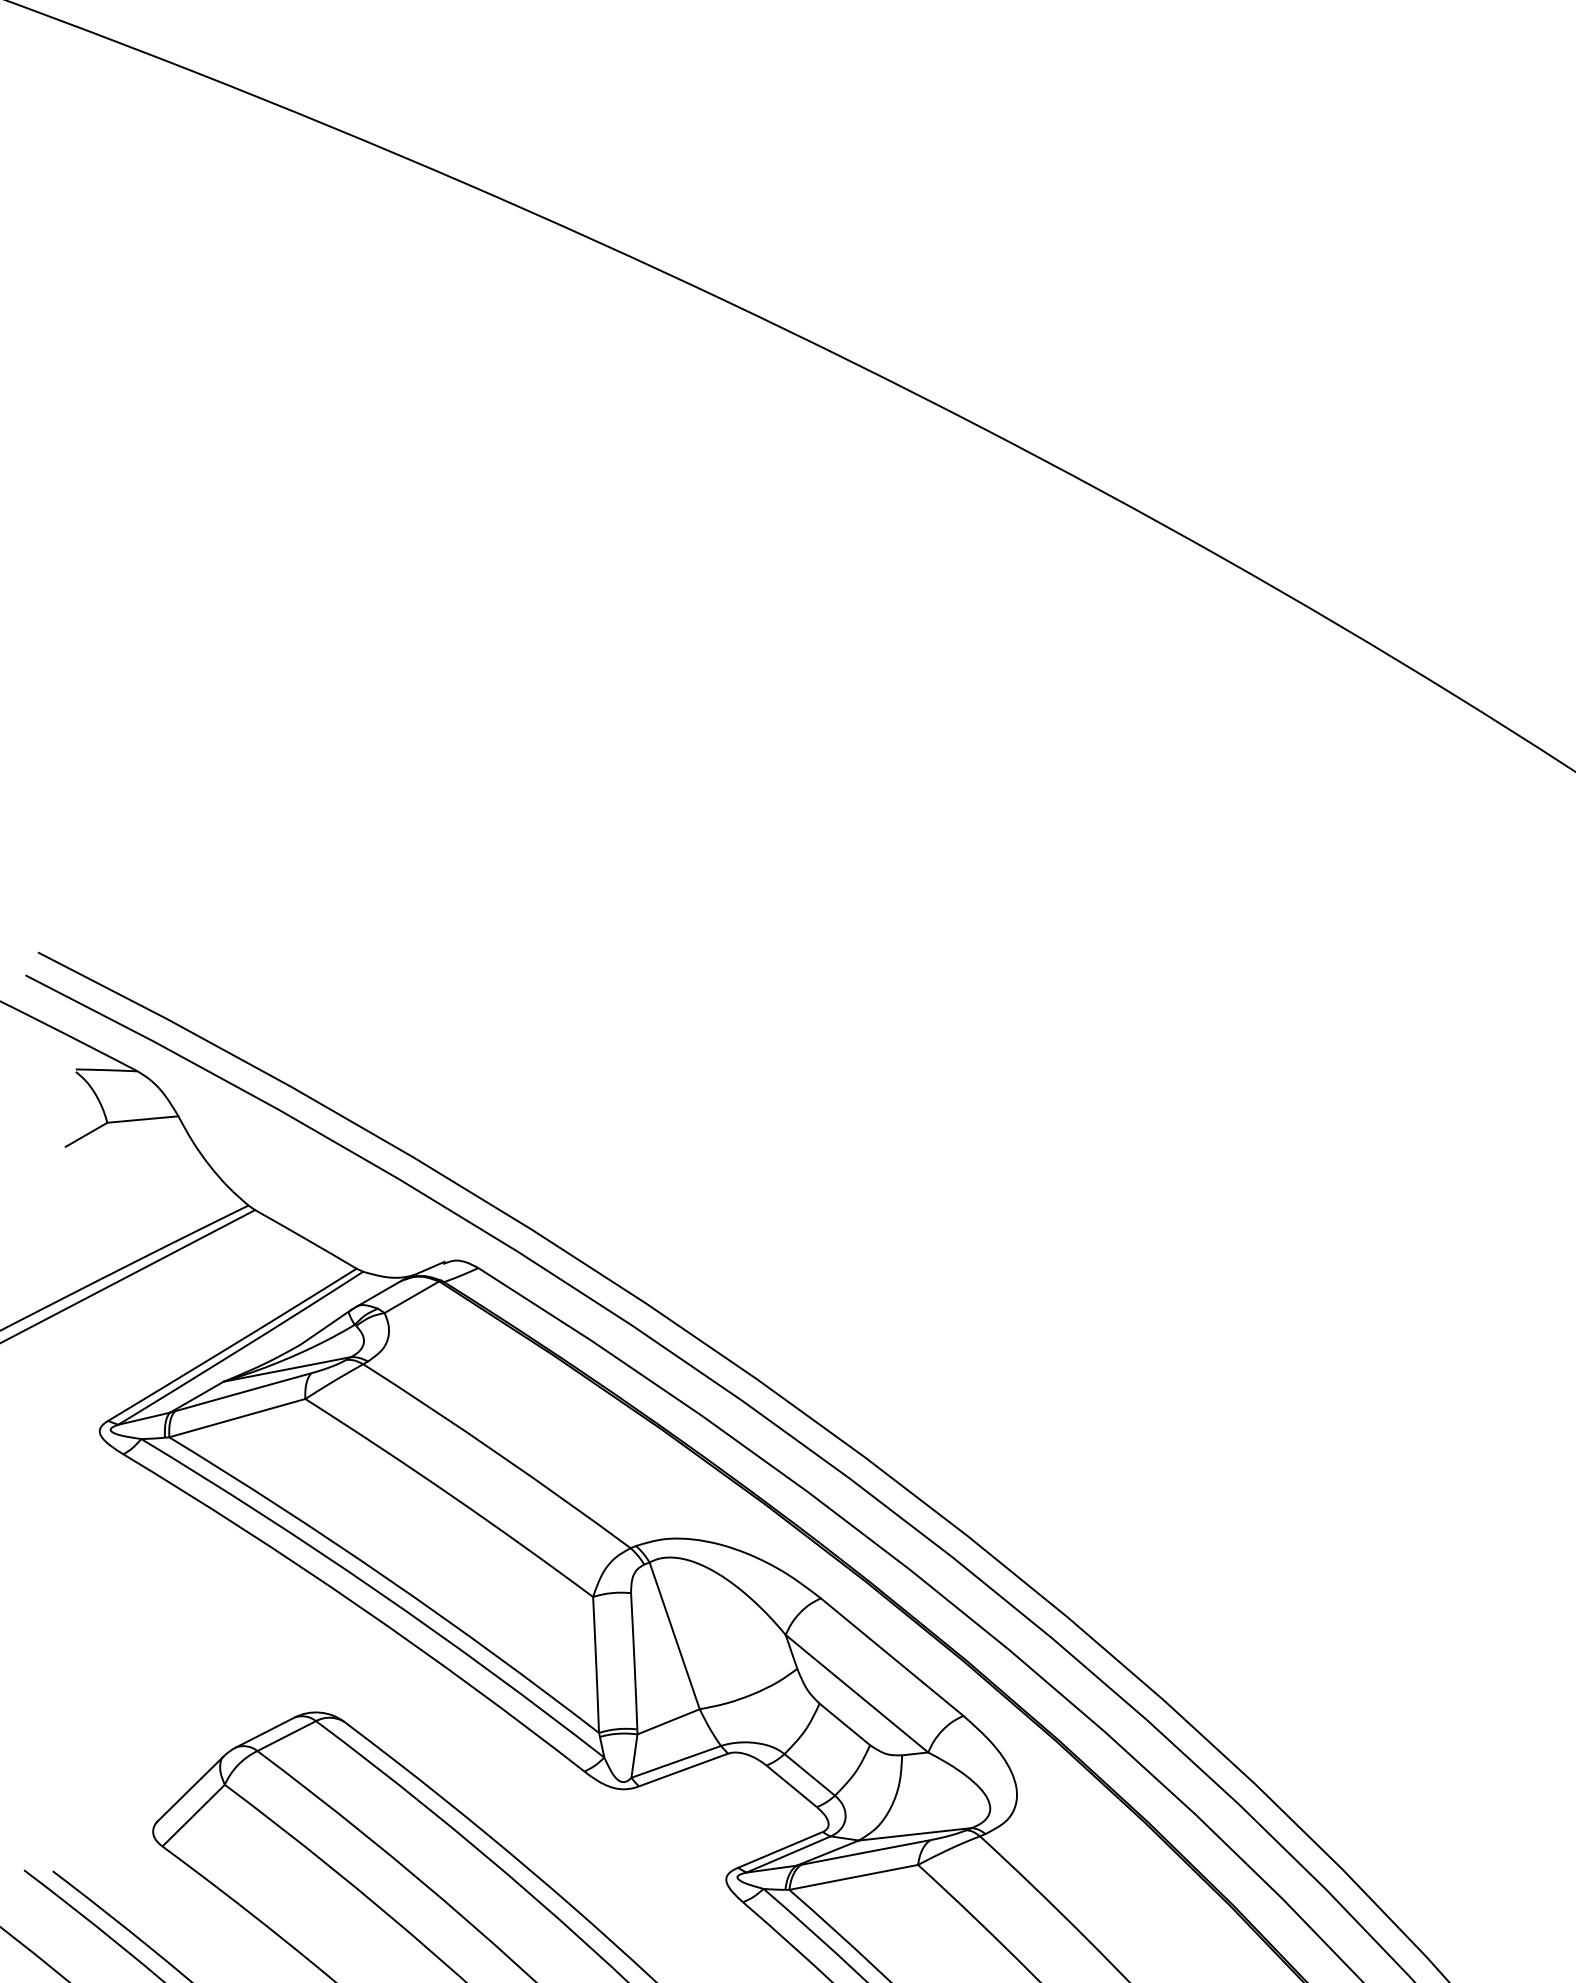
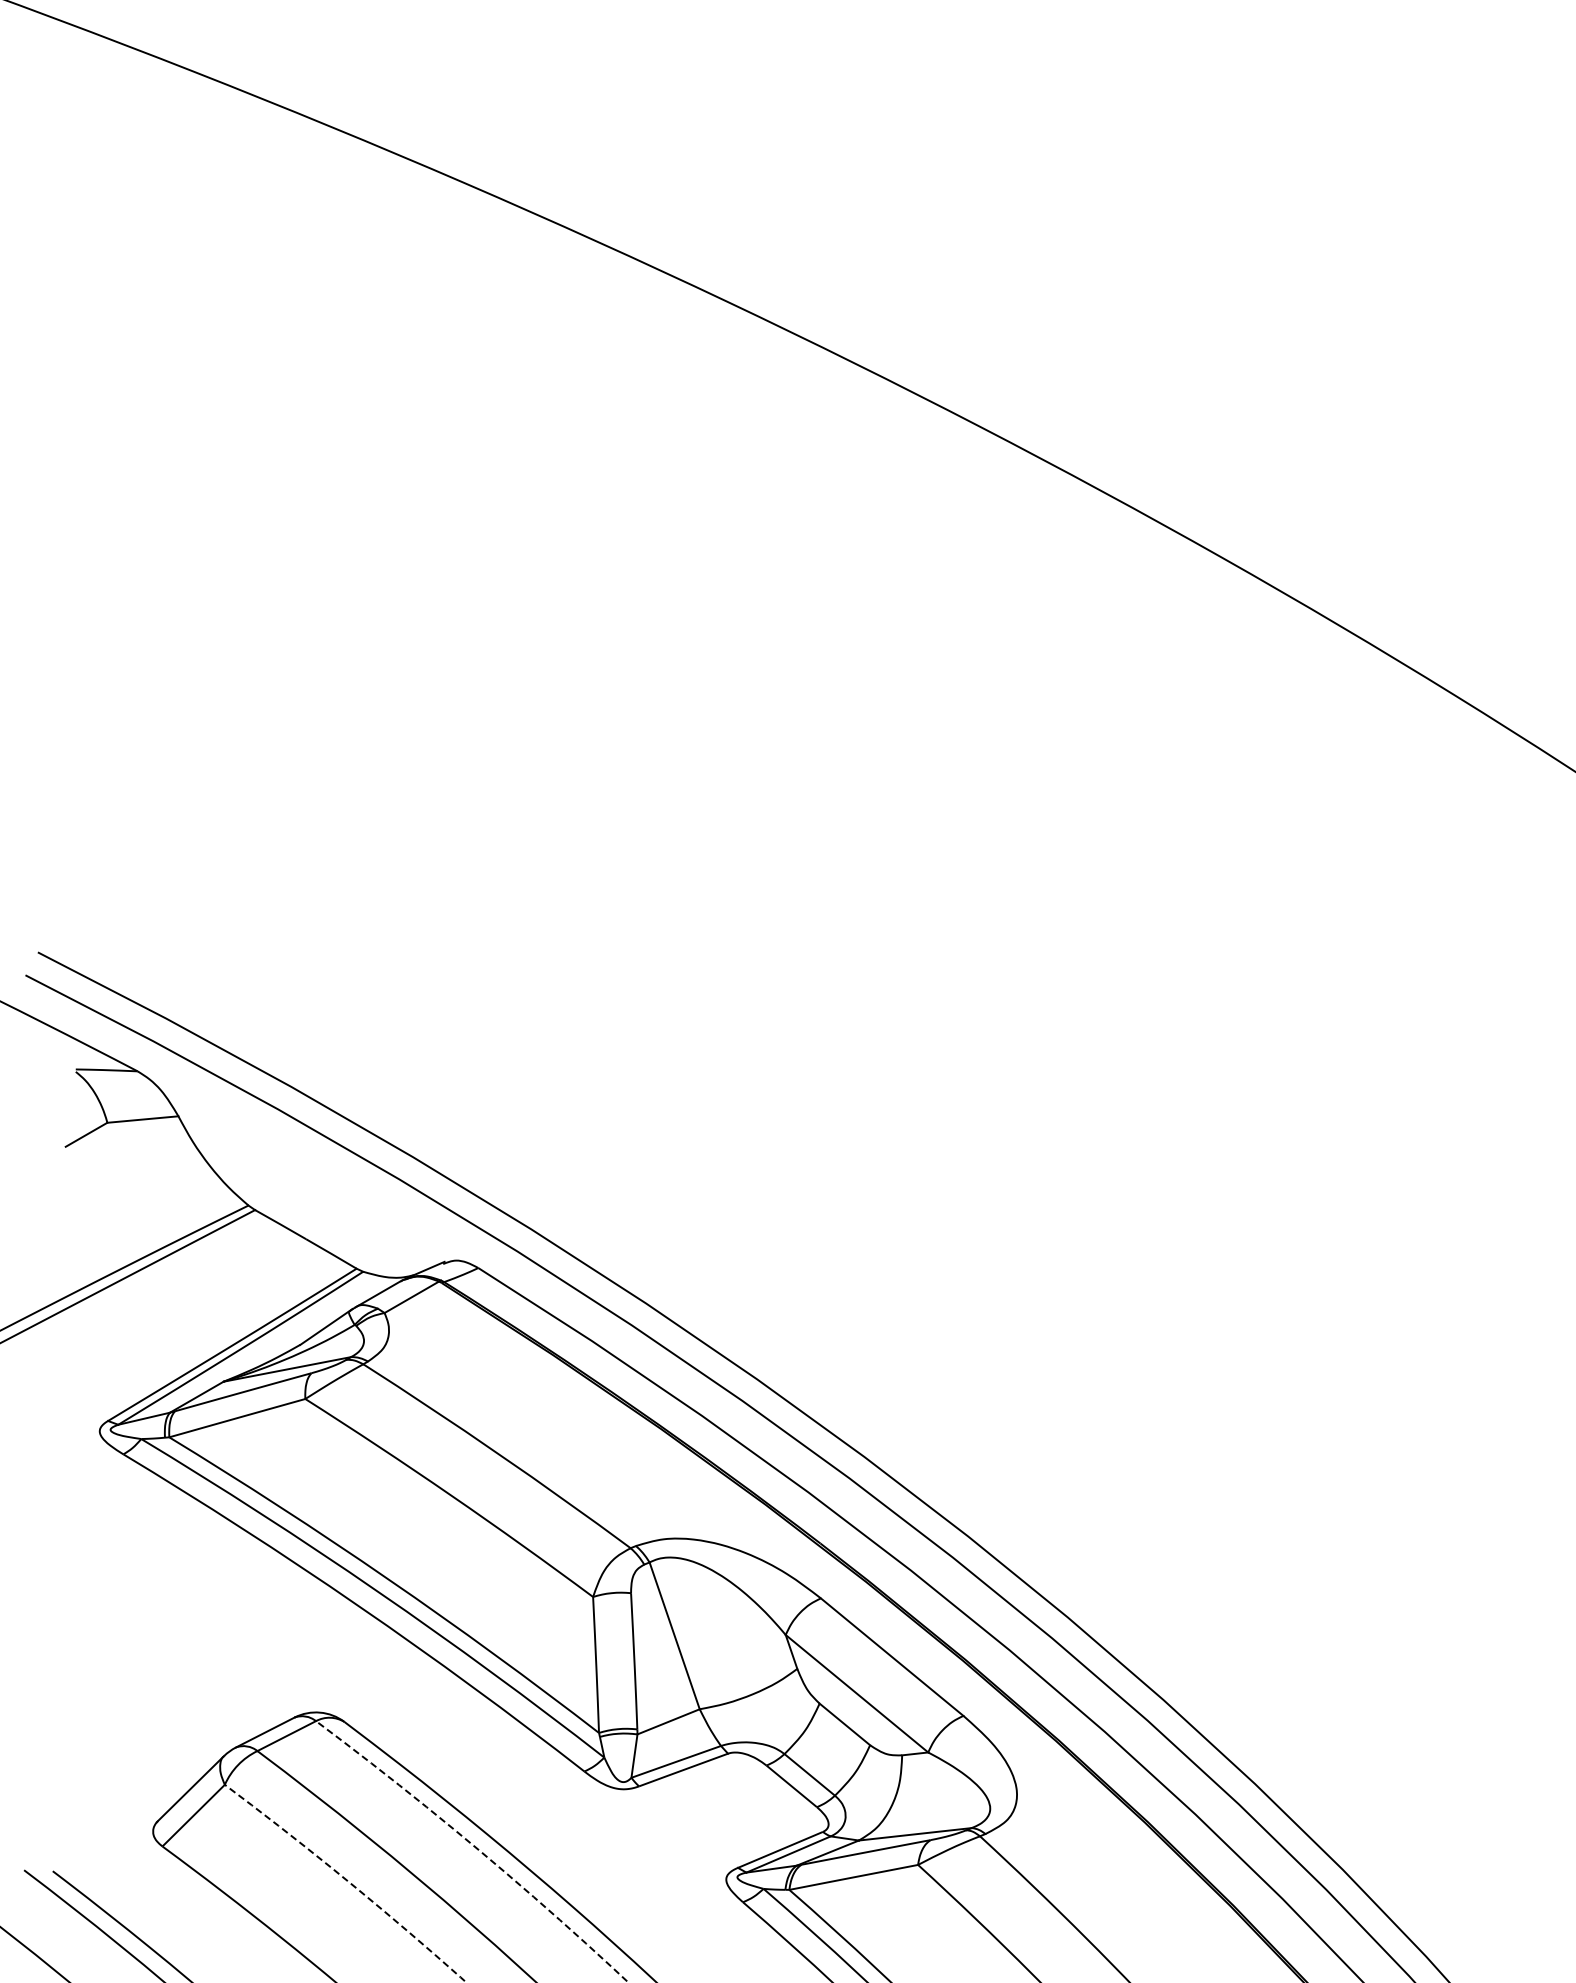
arc at (475, 1847): solid -> dashed
arc at (347, 1881): solid -> dashed
